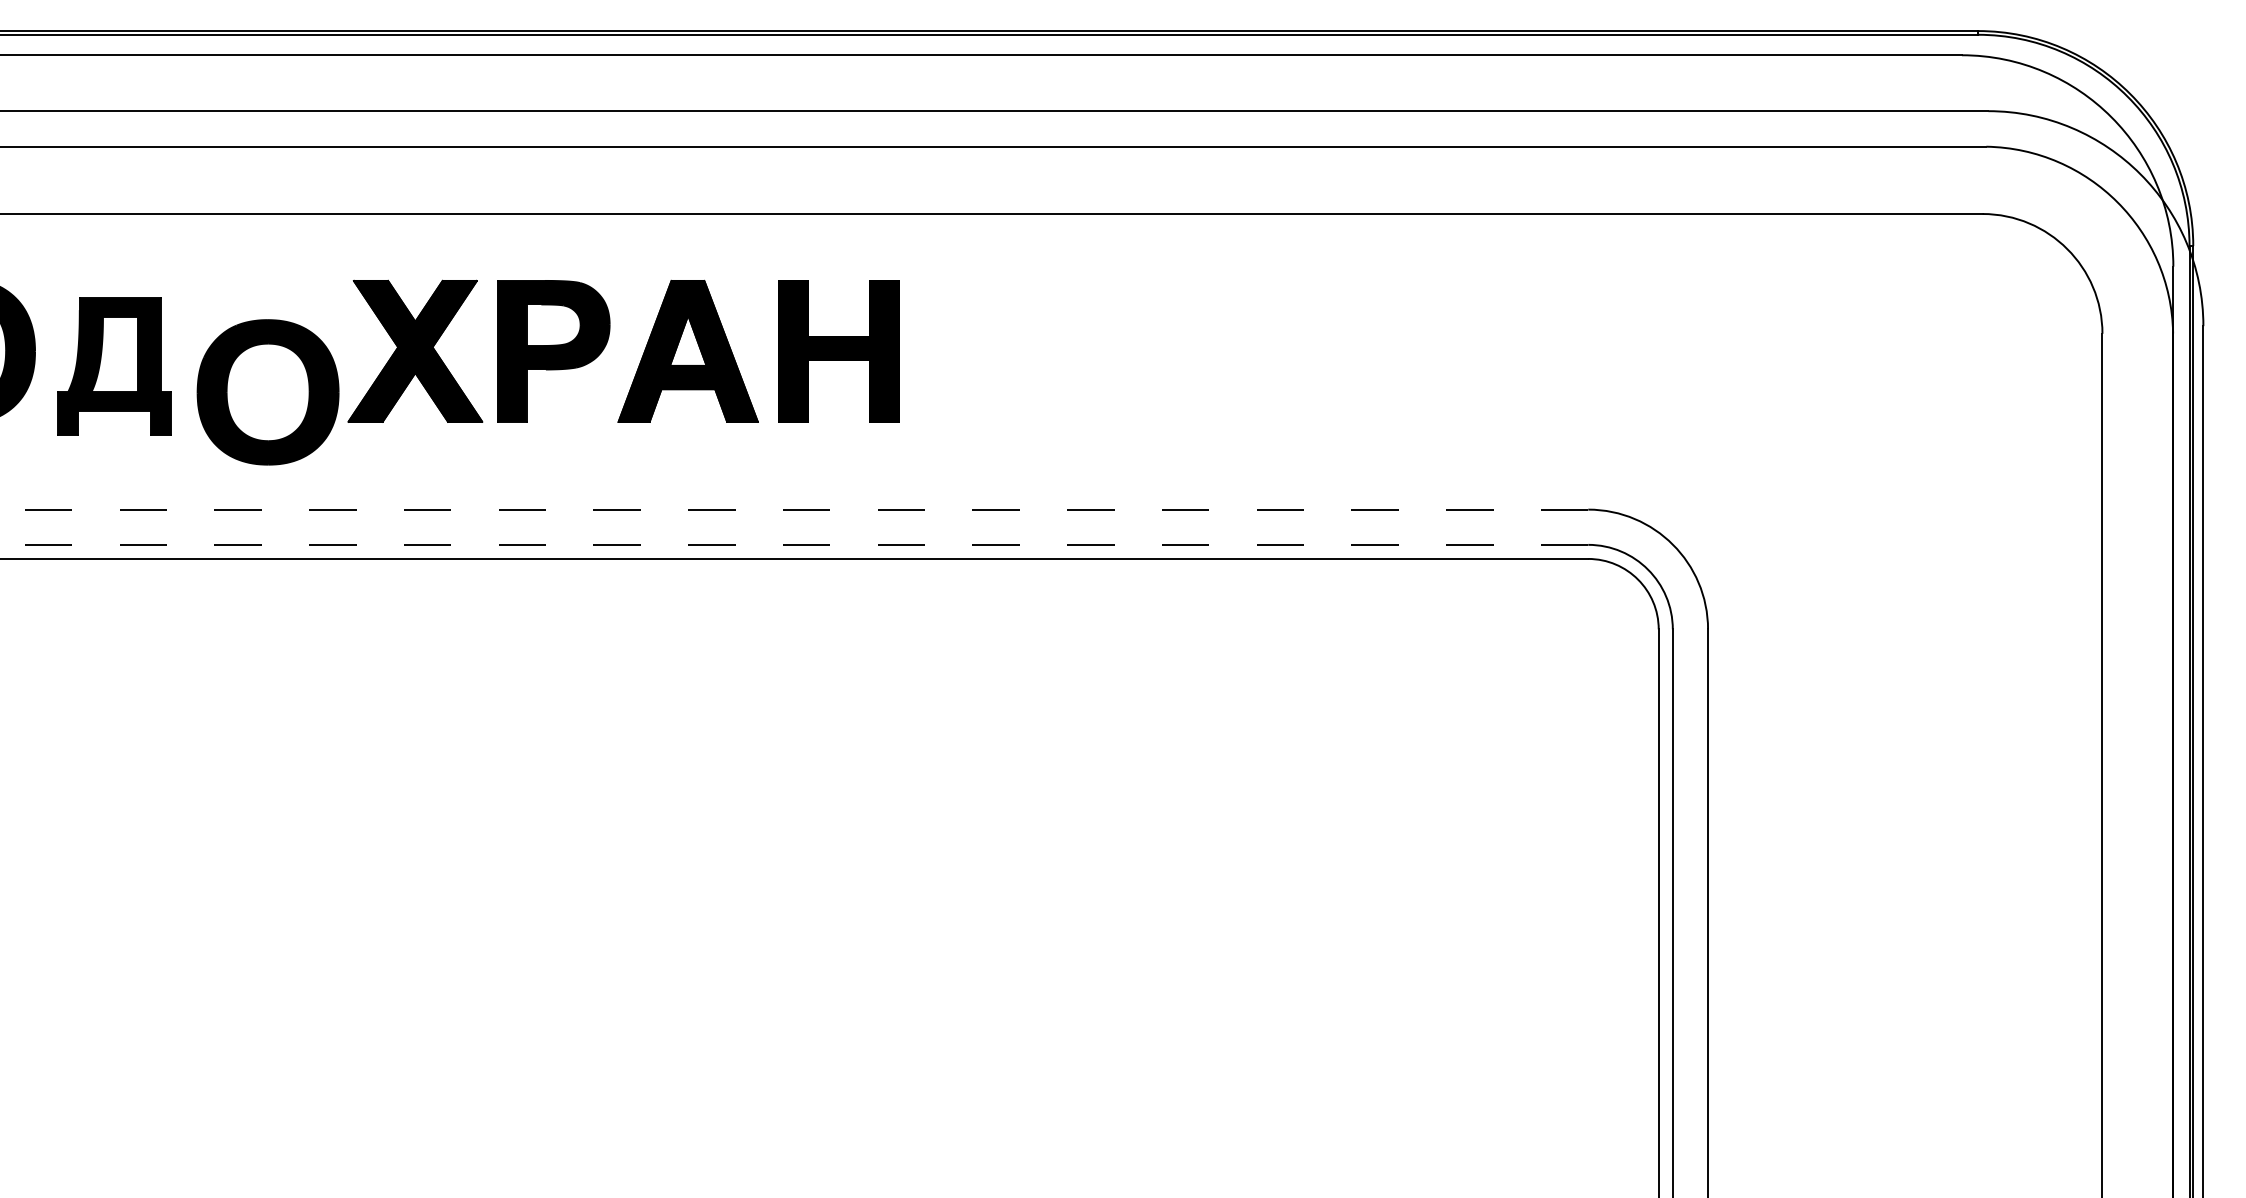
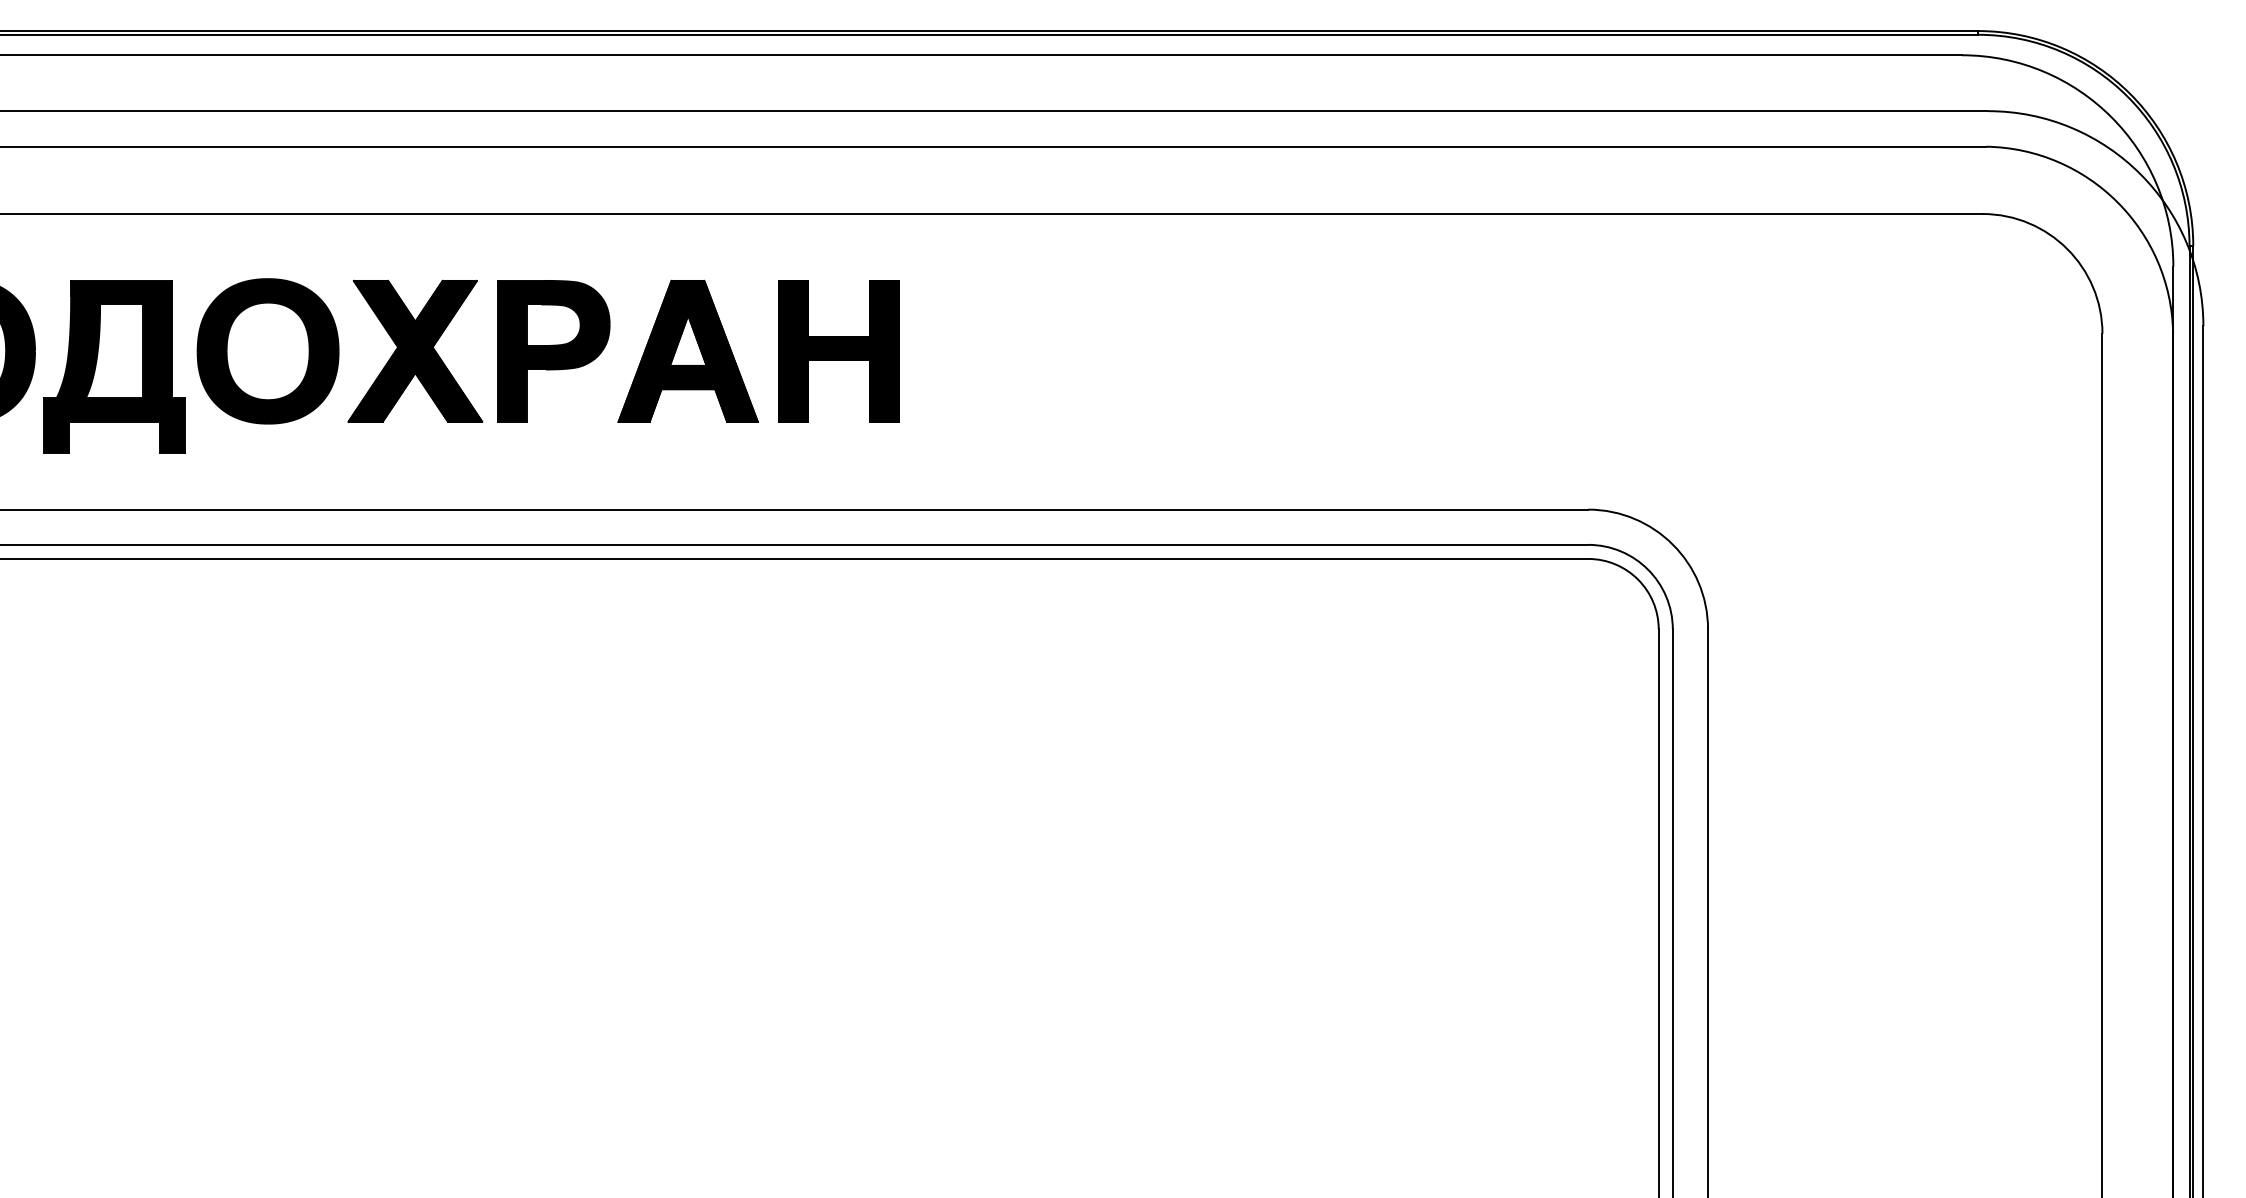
part at (114, 366) size: 115x139 px -> 143x174 px
part at (267, 392) position: (267, 392) -> (267, 351)
line at (794, 509): dashed -> solid
line at (794, 544): dashed -> solid
